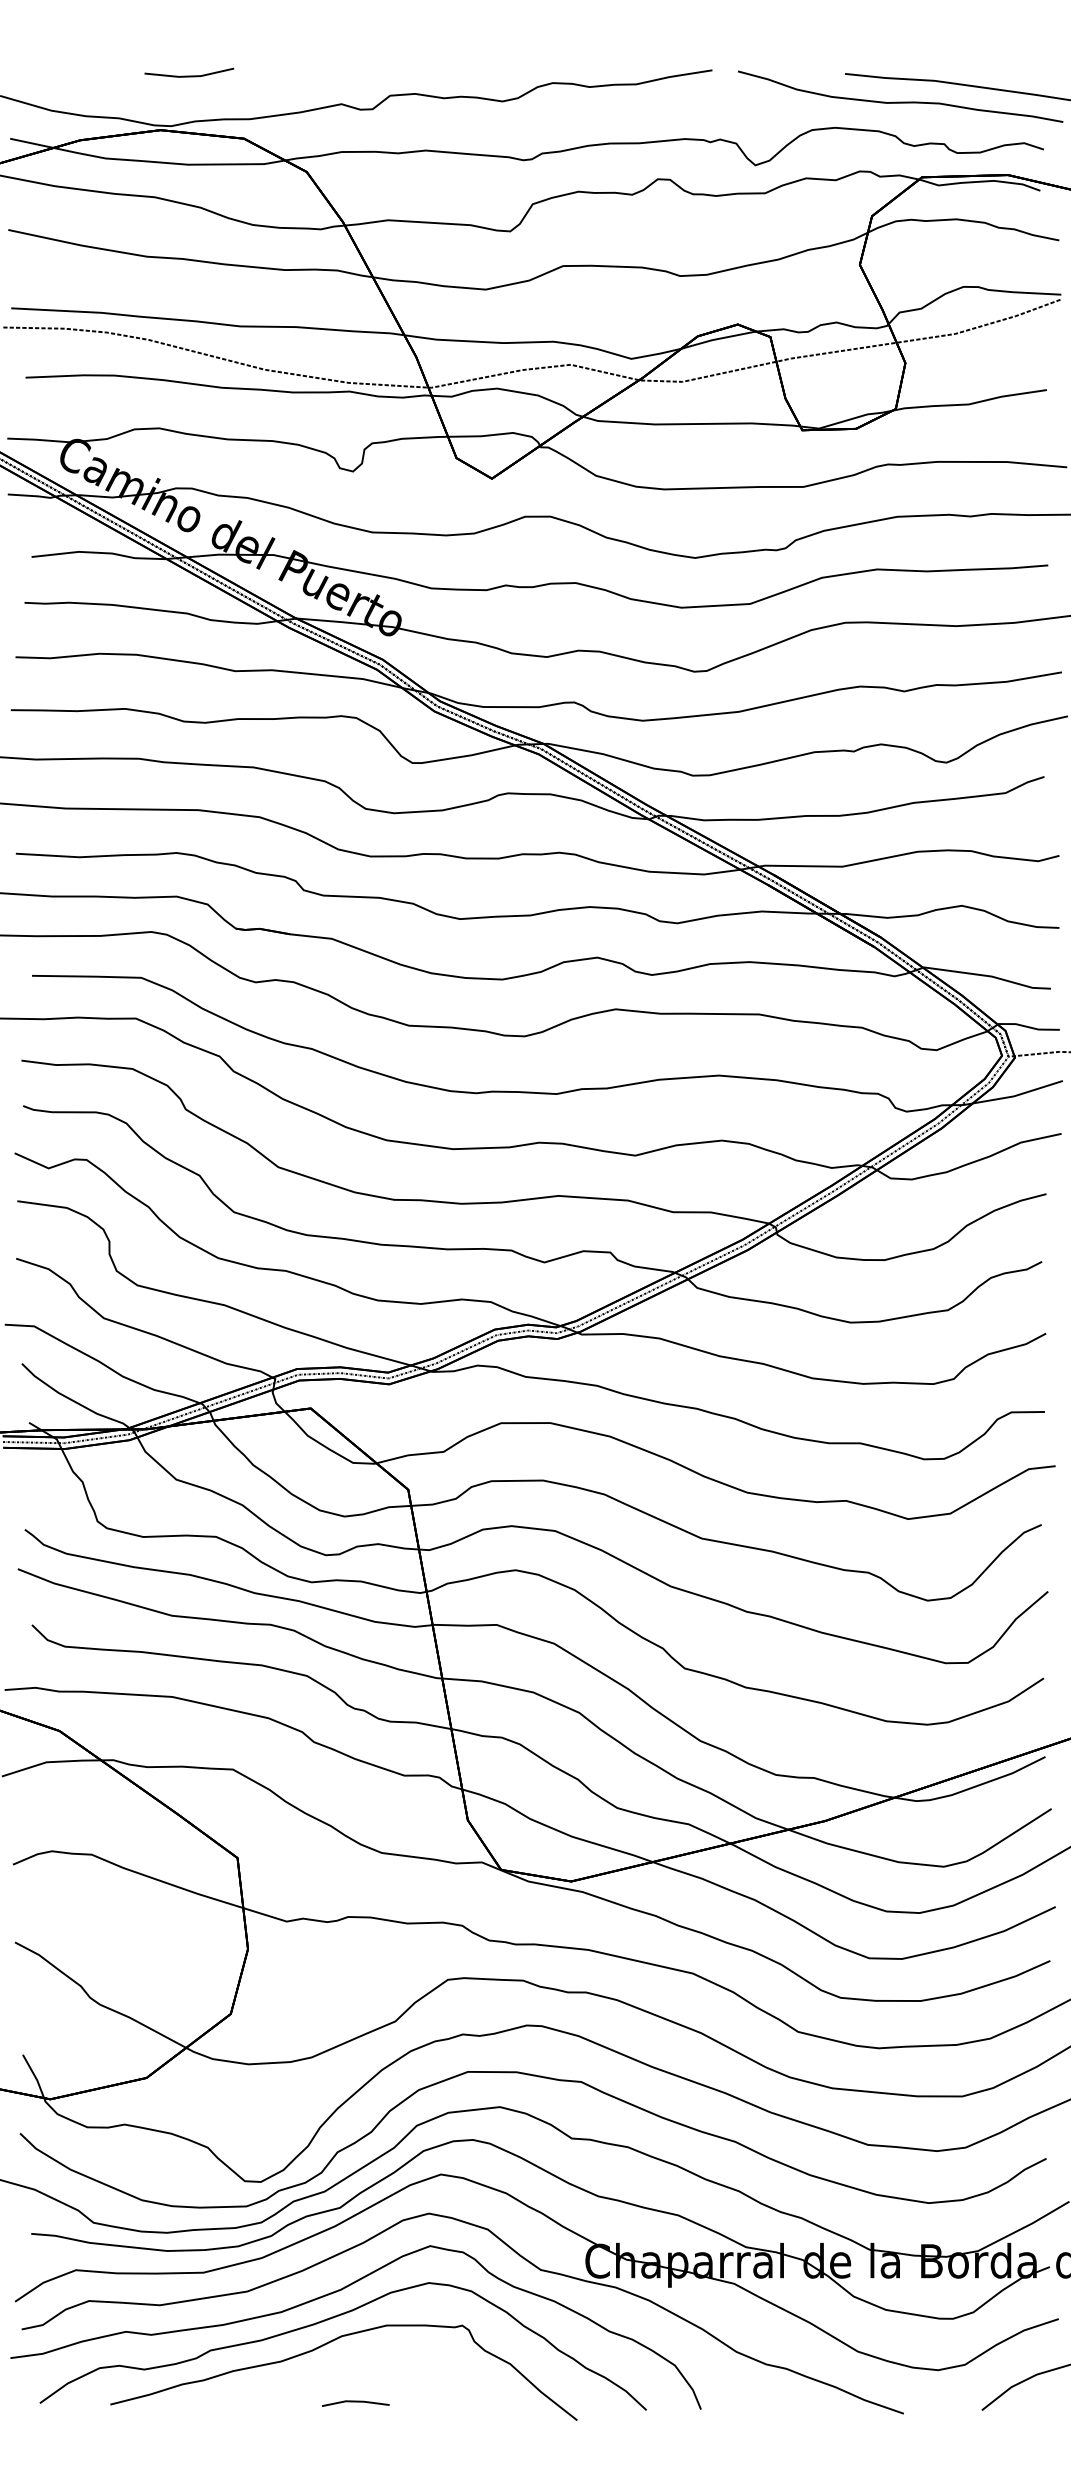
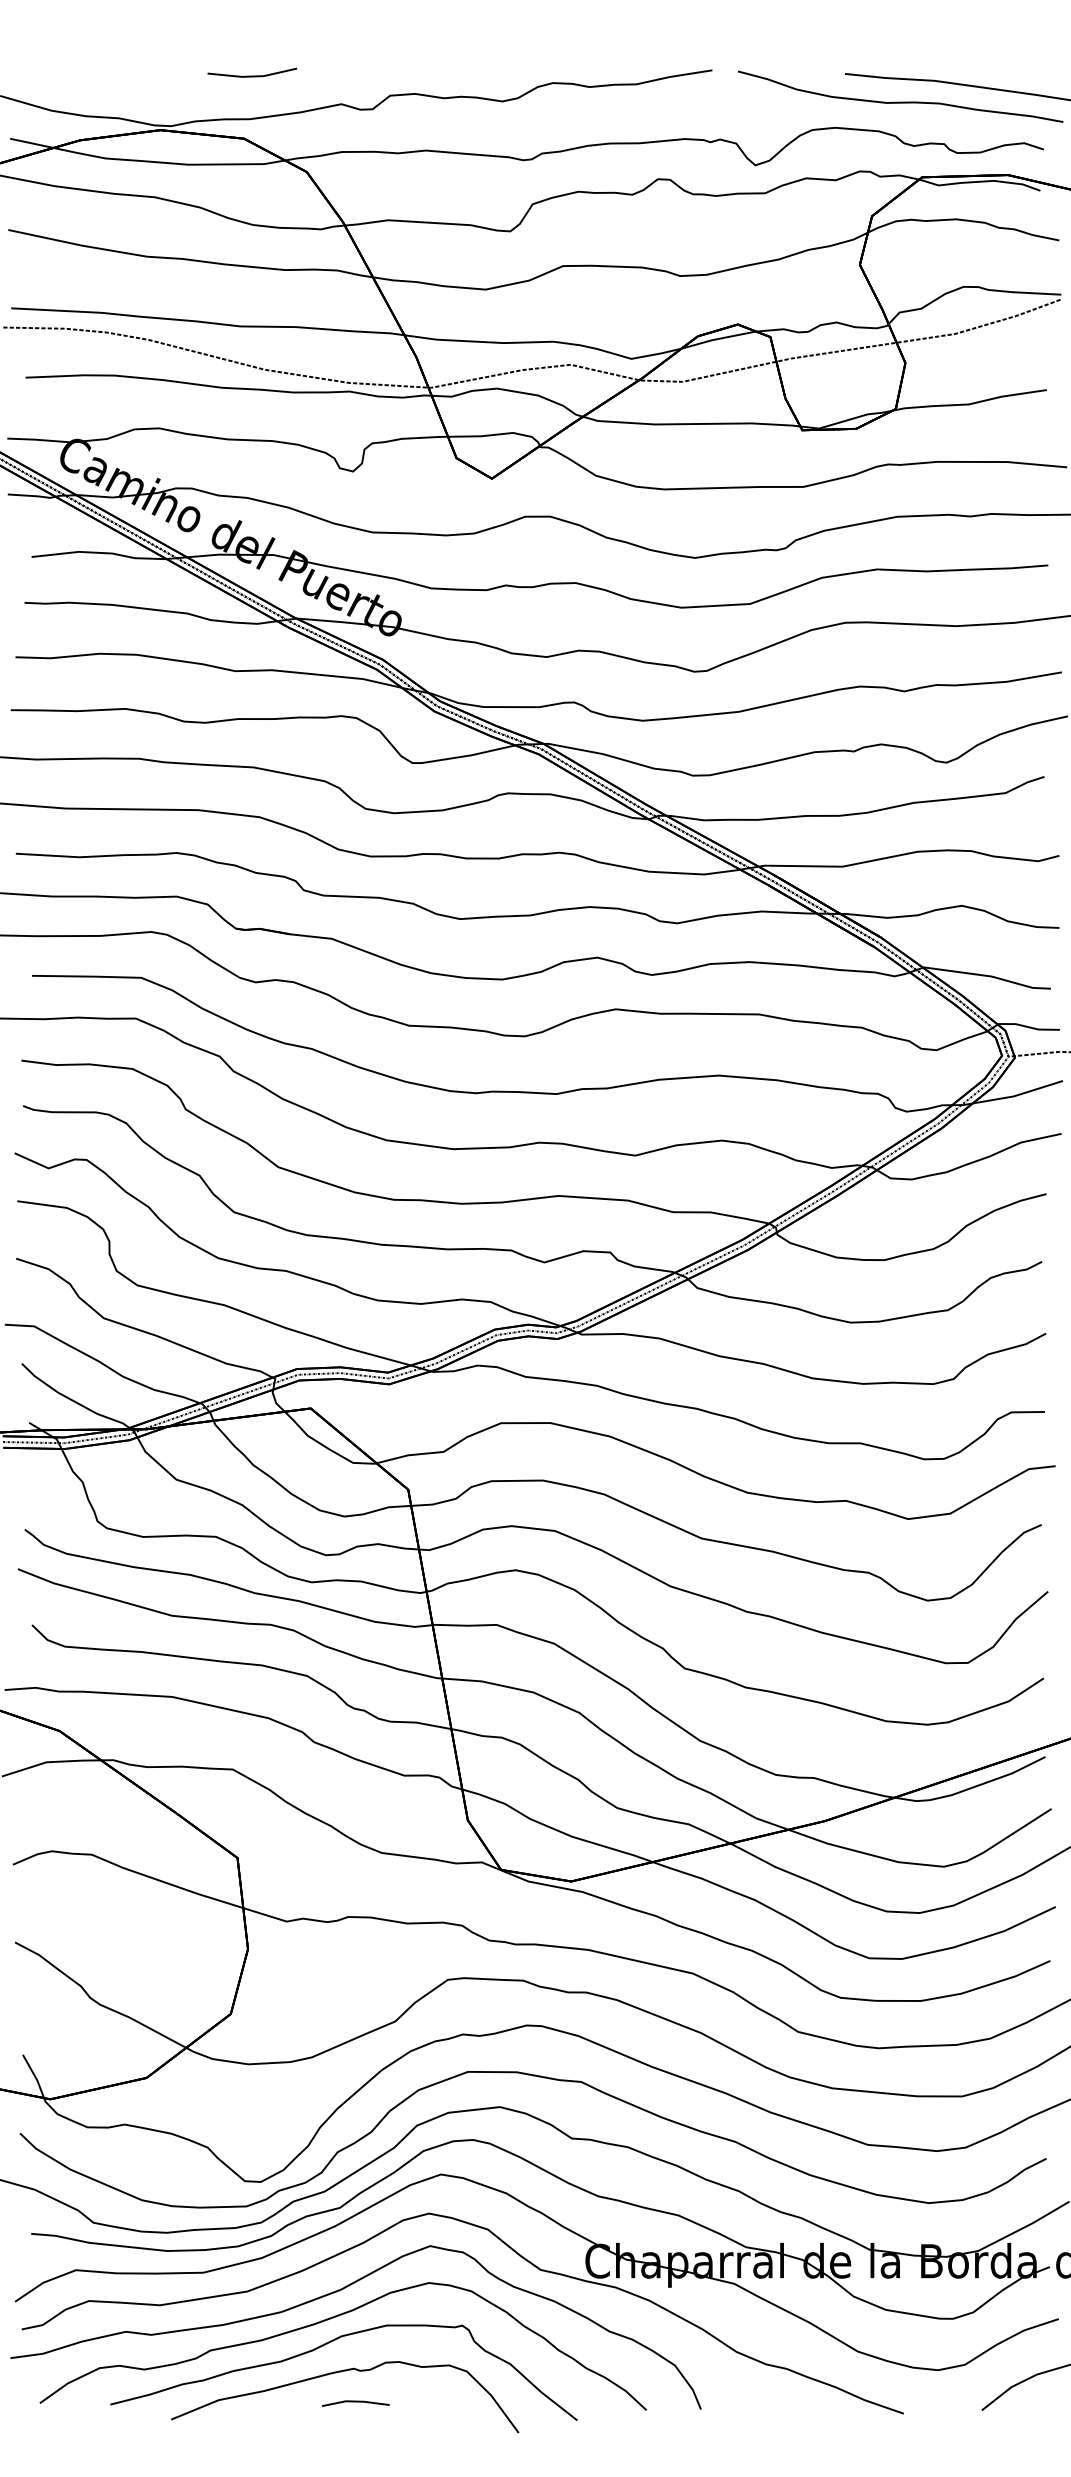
line at (189, 75) position: (189, 75) -> (252, 75)
curve at (341, 2372): none -> present
